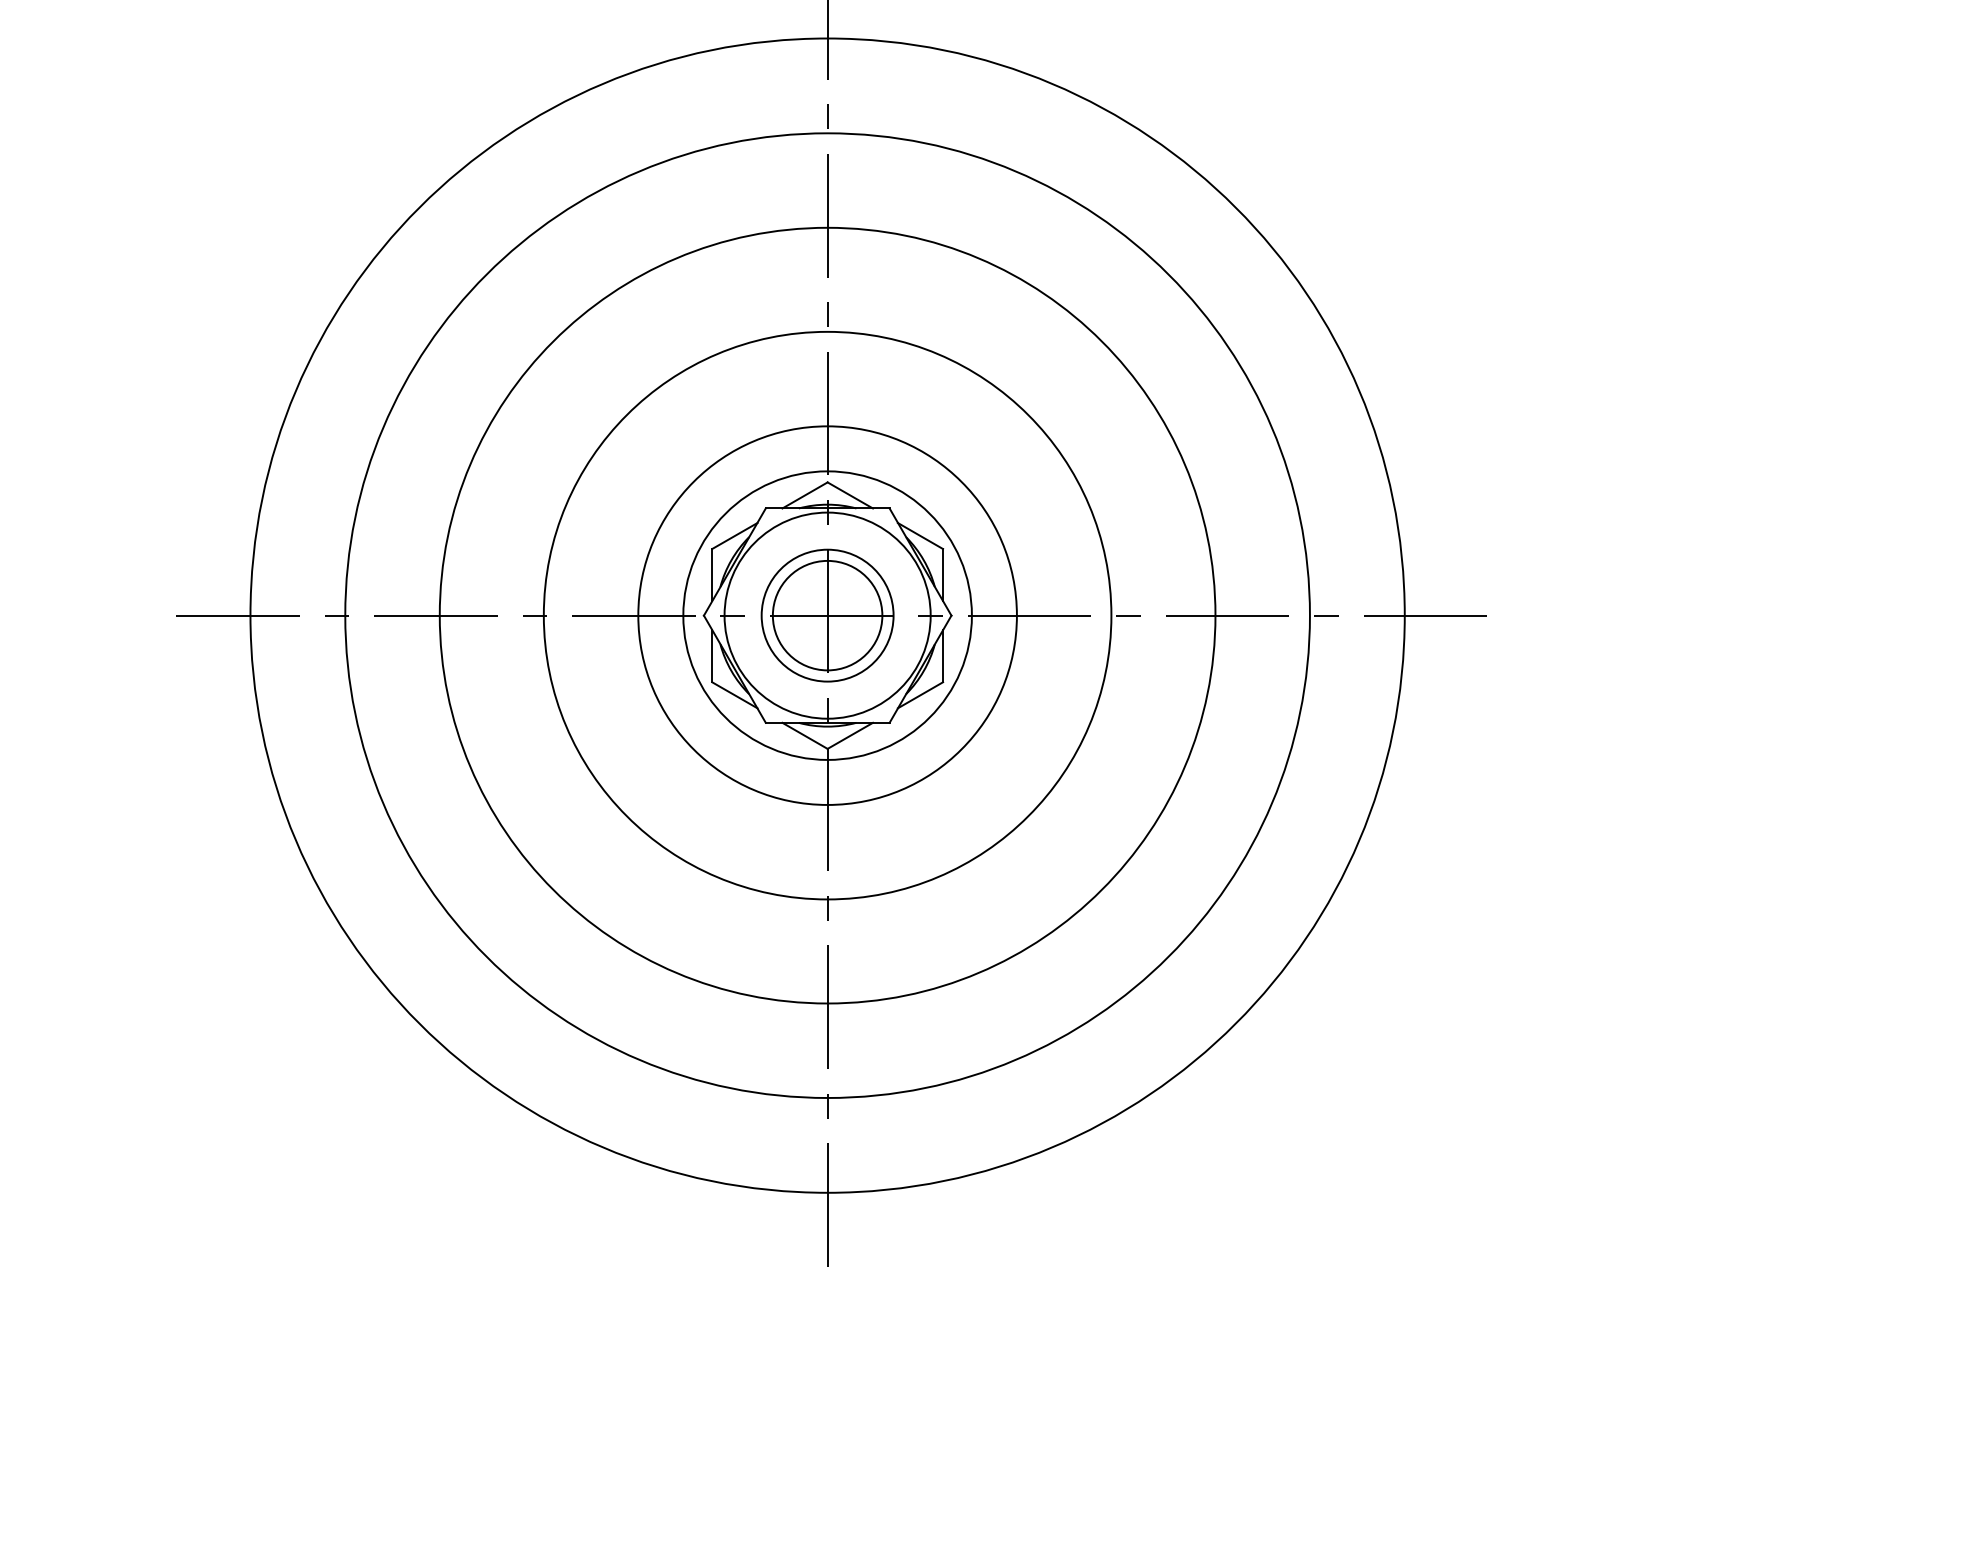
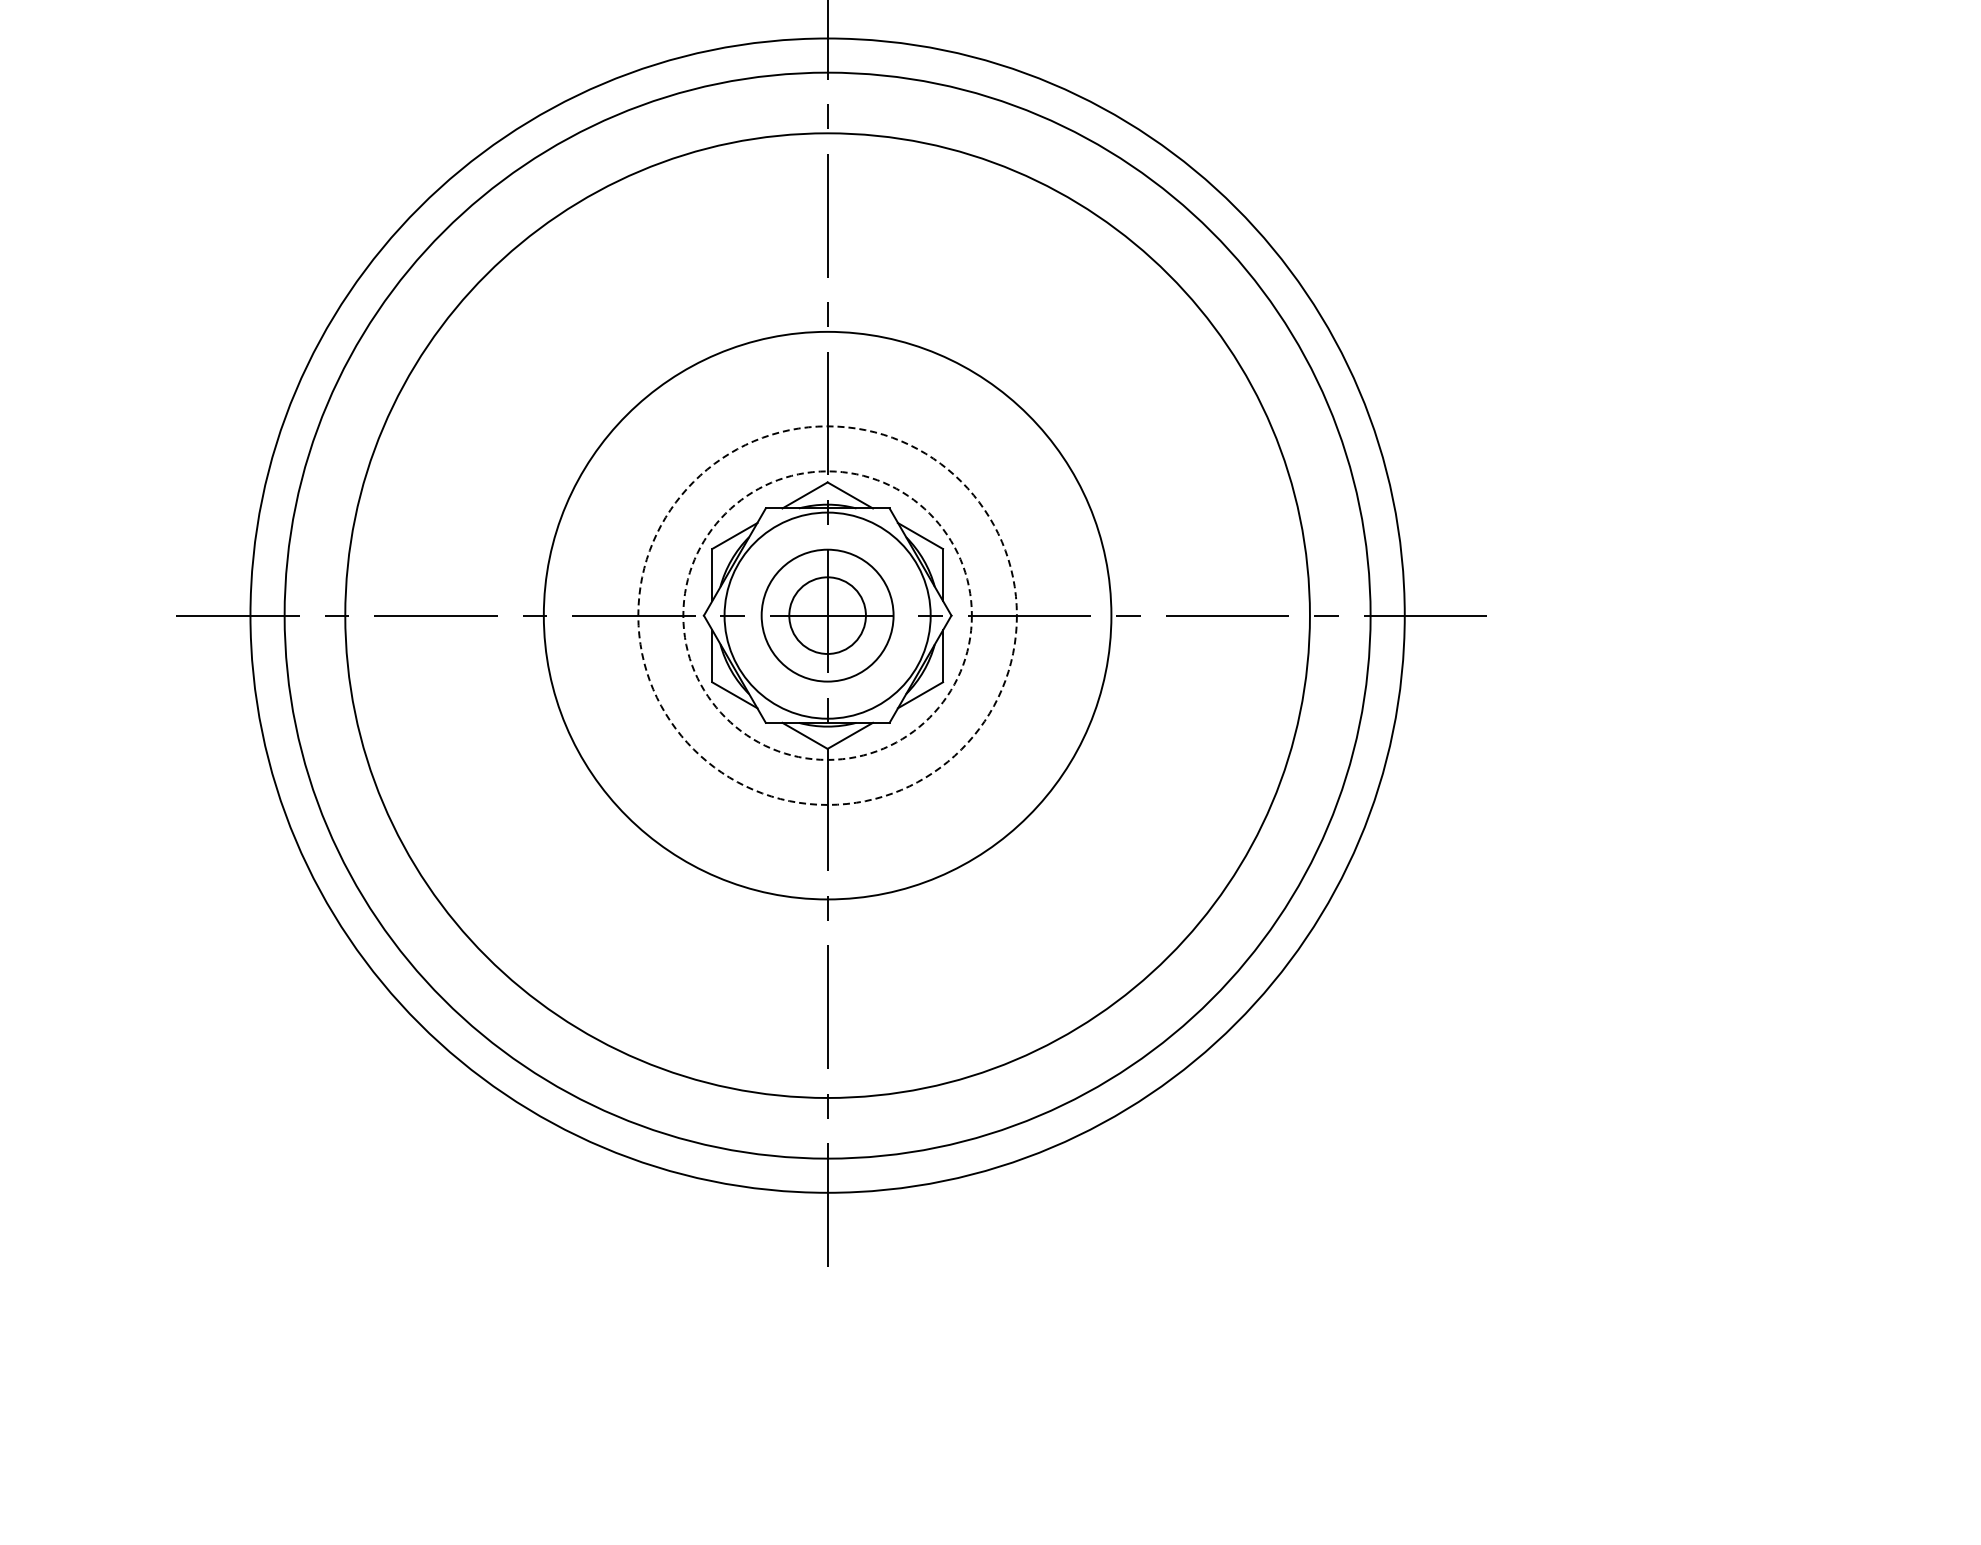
circle at (827, 615) diameter: 109 px -> 77 px
circle at (827, 615) diameter: 776 px -> 1086 px
circle at (827, 615): solid -> dashed
circle at (827, 615): solid -> dashed
